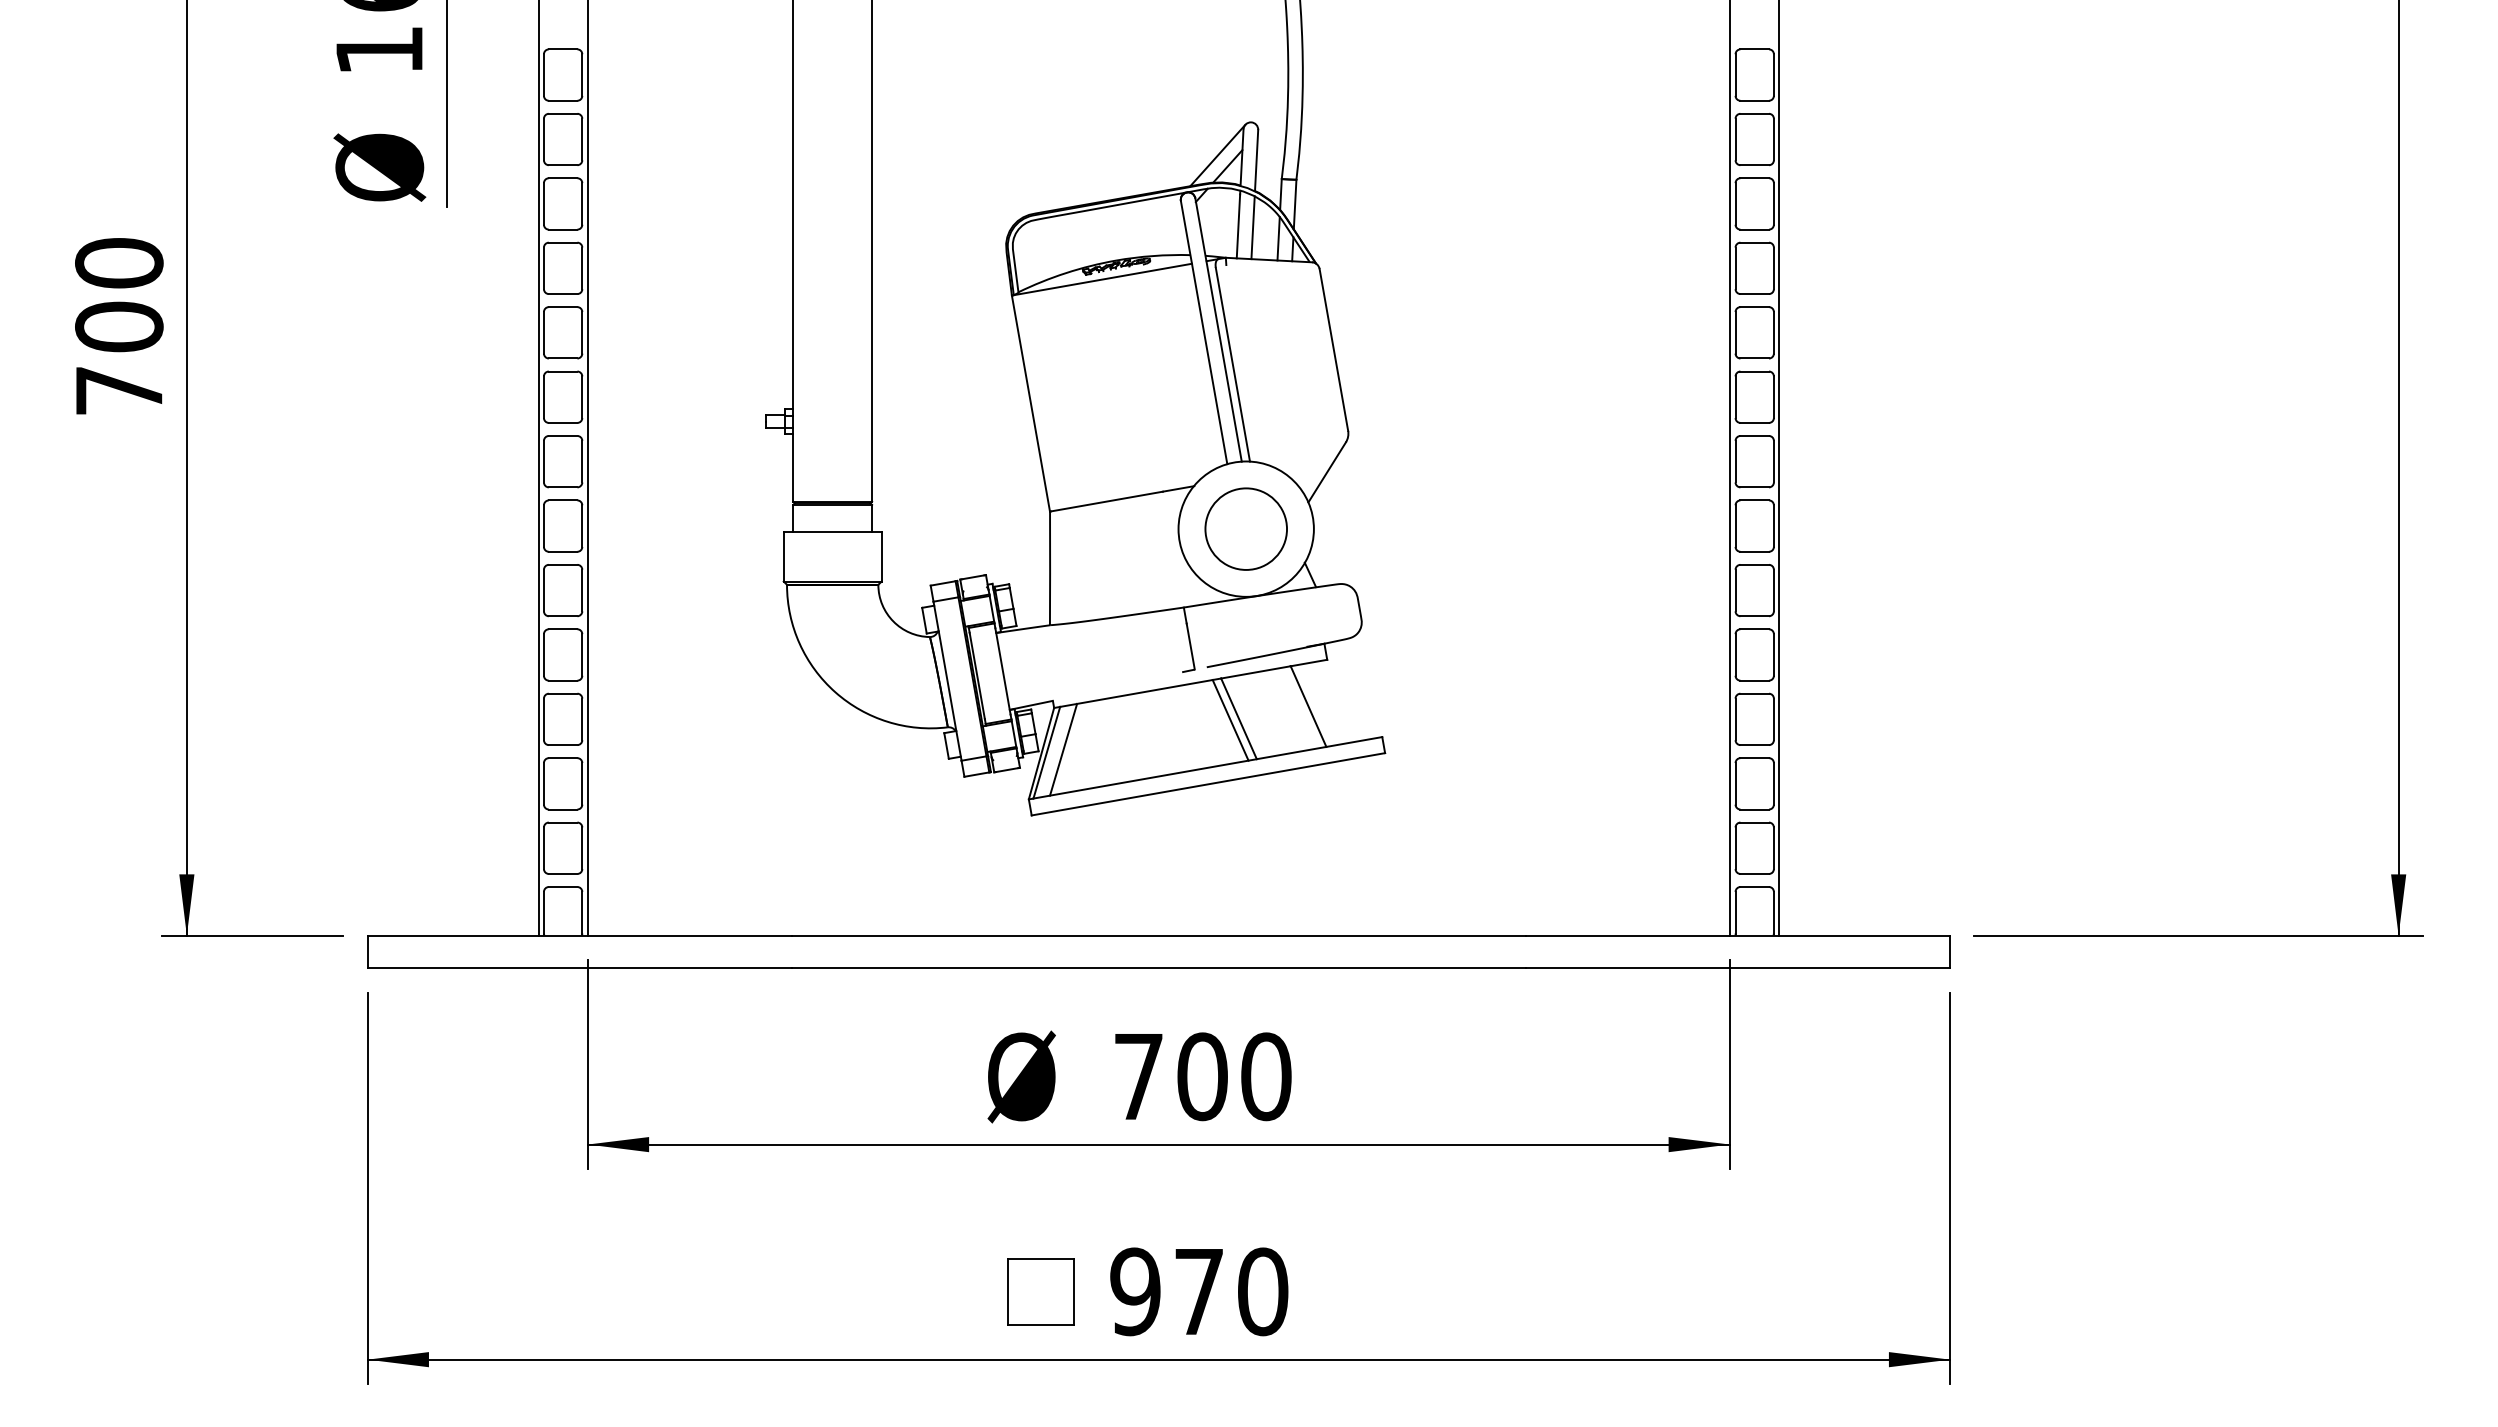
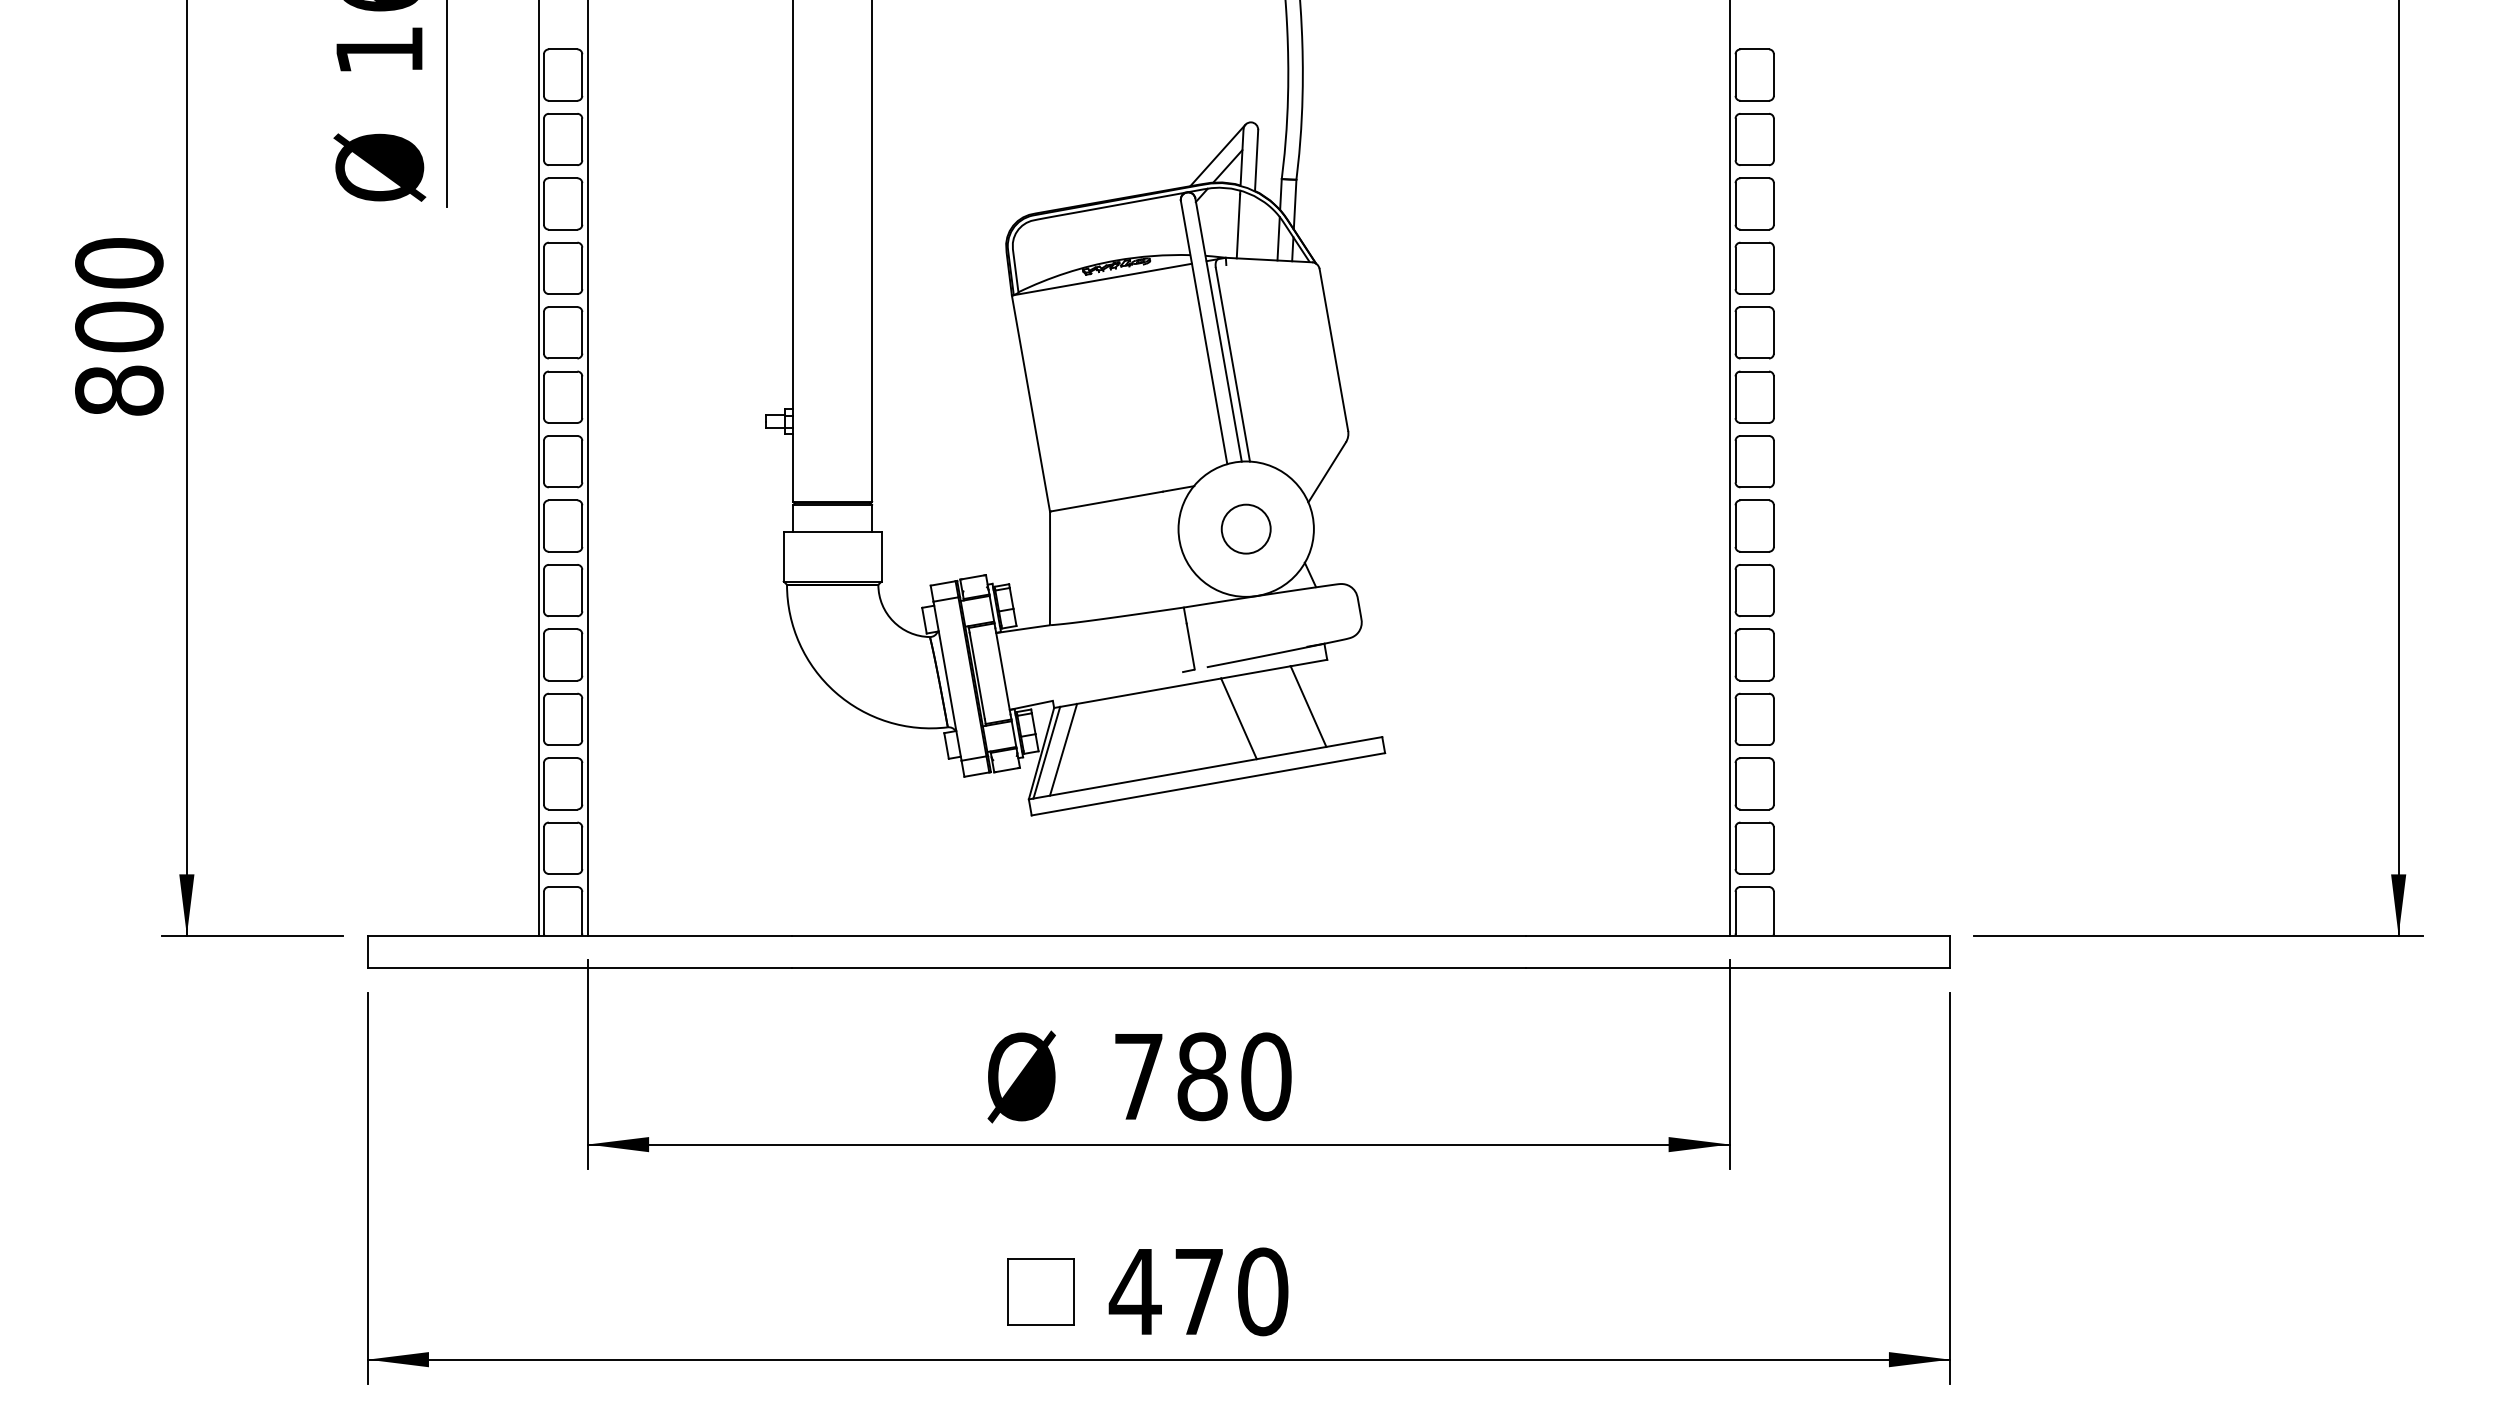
line at (1252, 227): present -> none
text at (119, 390): 700 -> 800
line at (1778, 468): present -> none
circle at (1246, 528) diameter: 82 px -> 49 px
line at (1230, 720): present -> none
text at (1202, 1076): 700 -> 780
text at (1134, 1291): 970 -> 470
